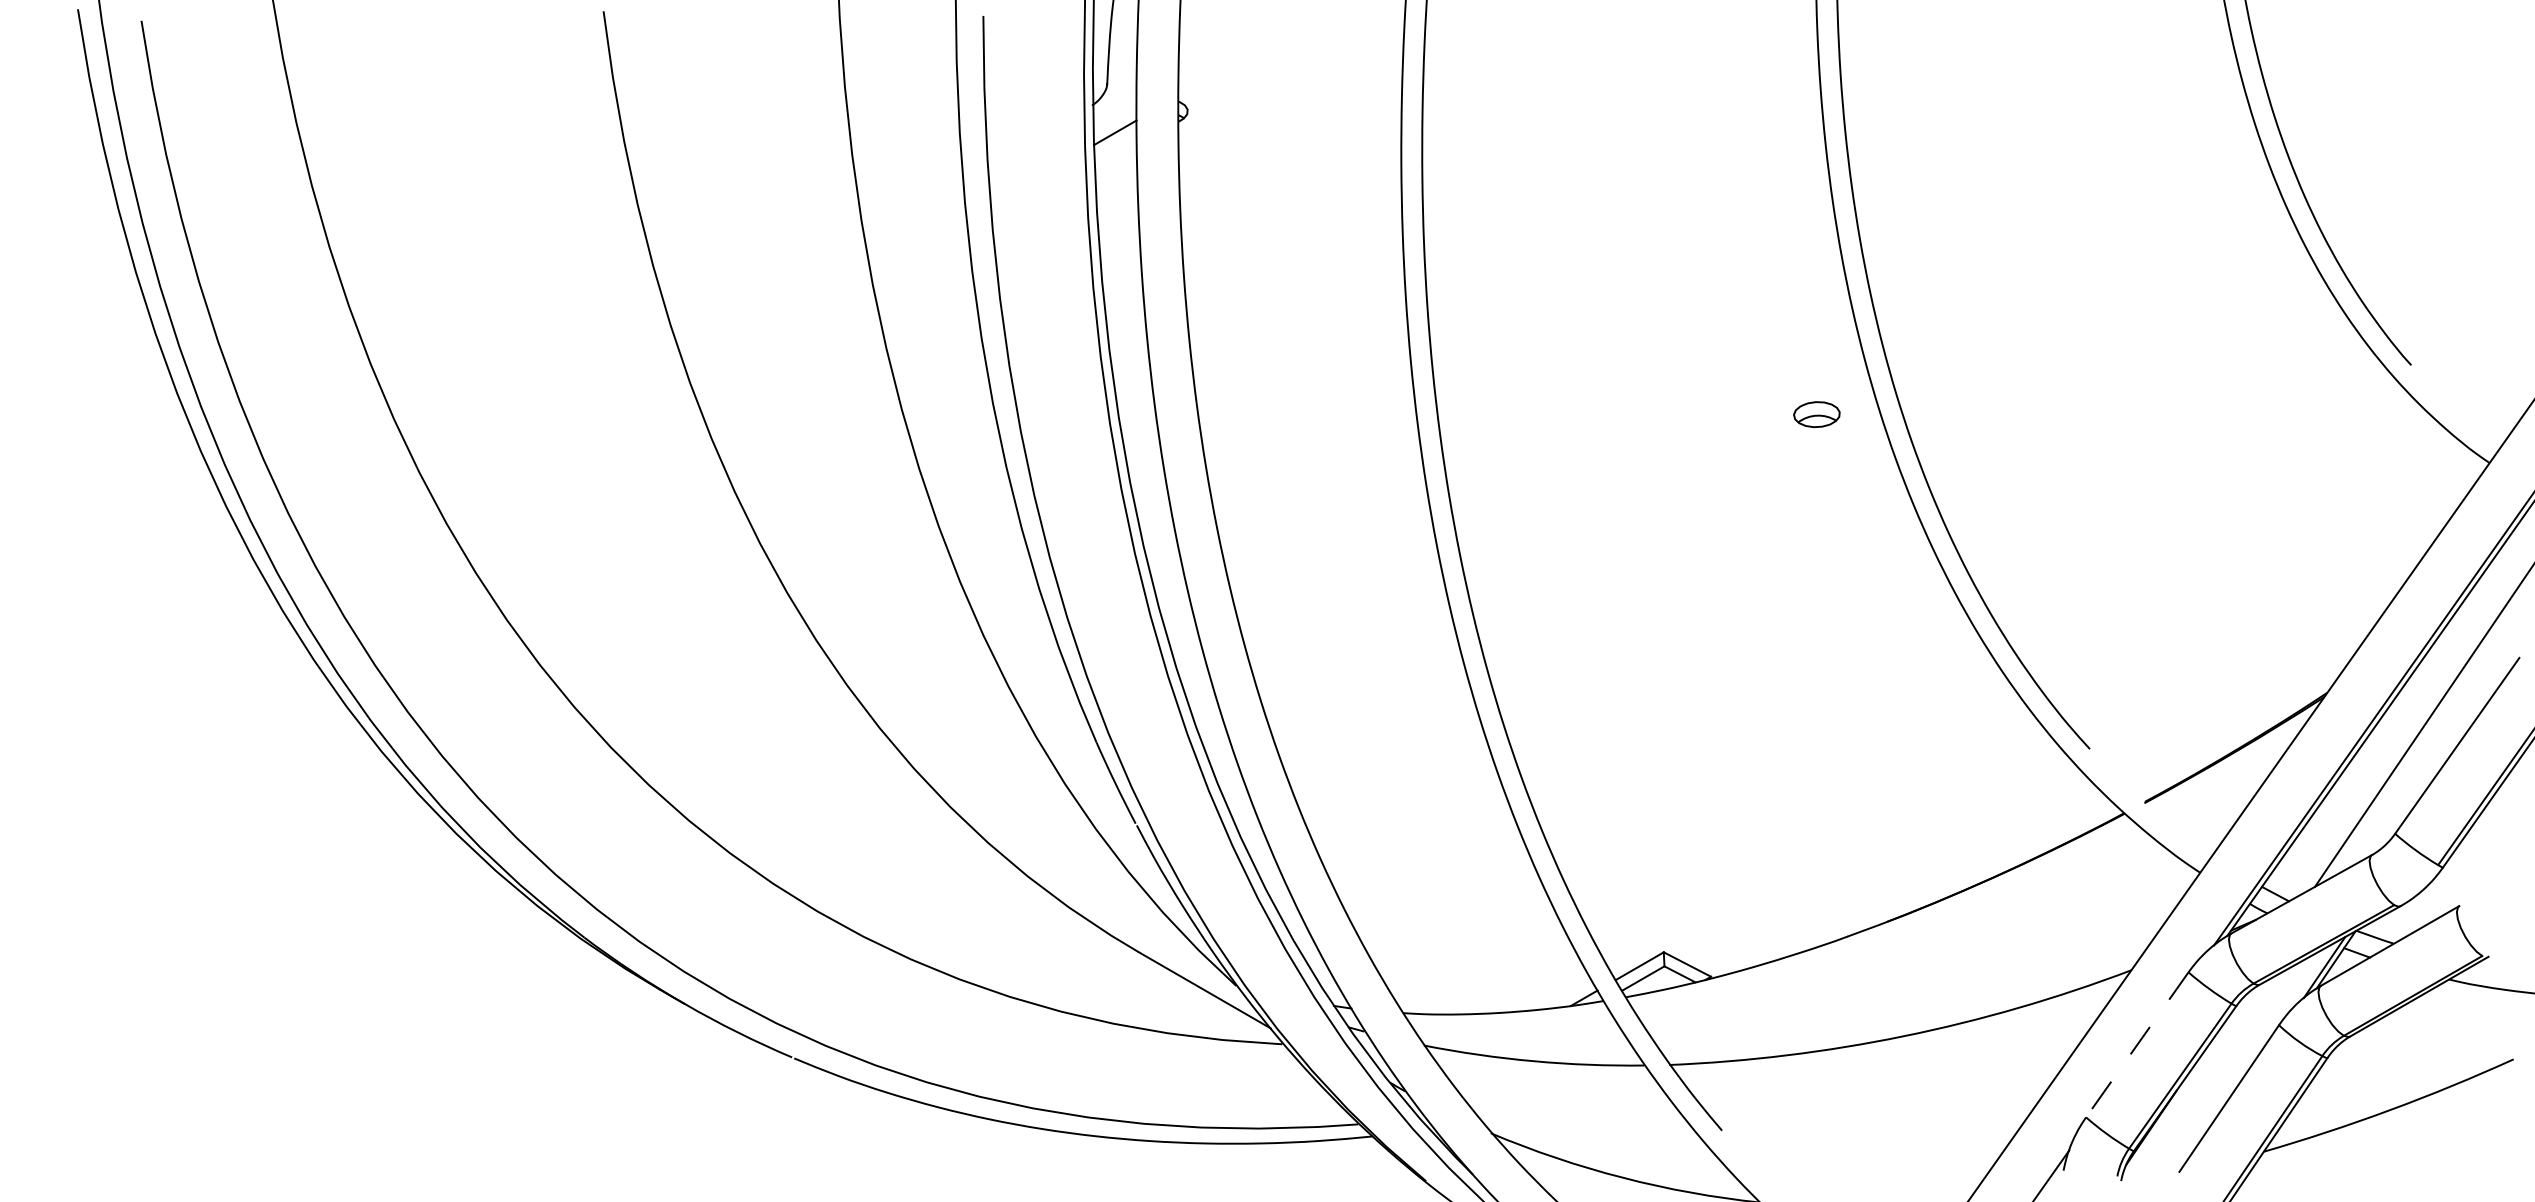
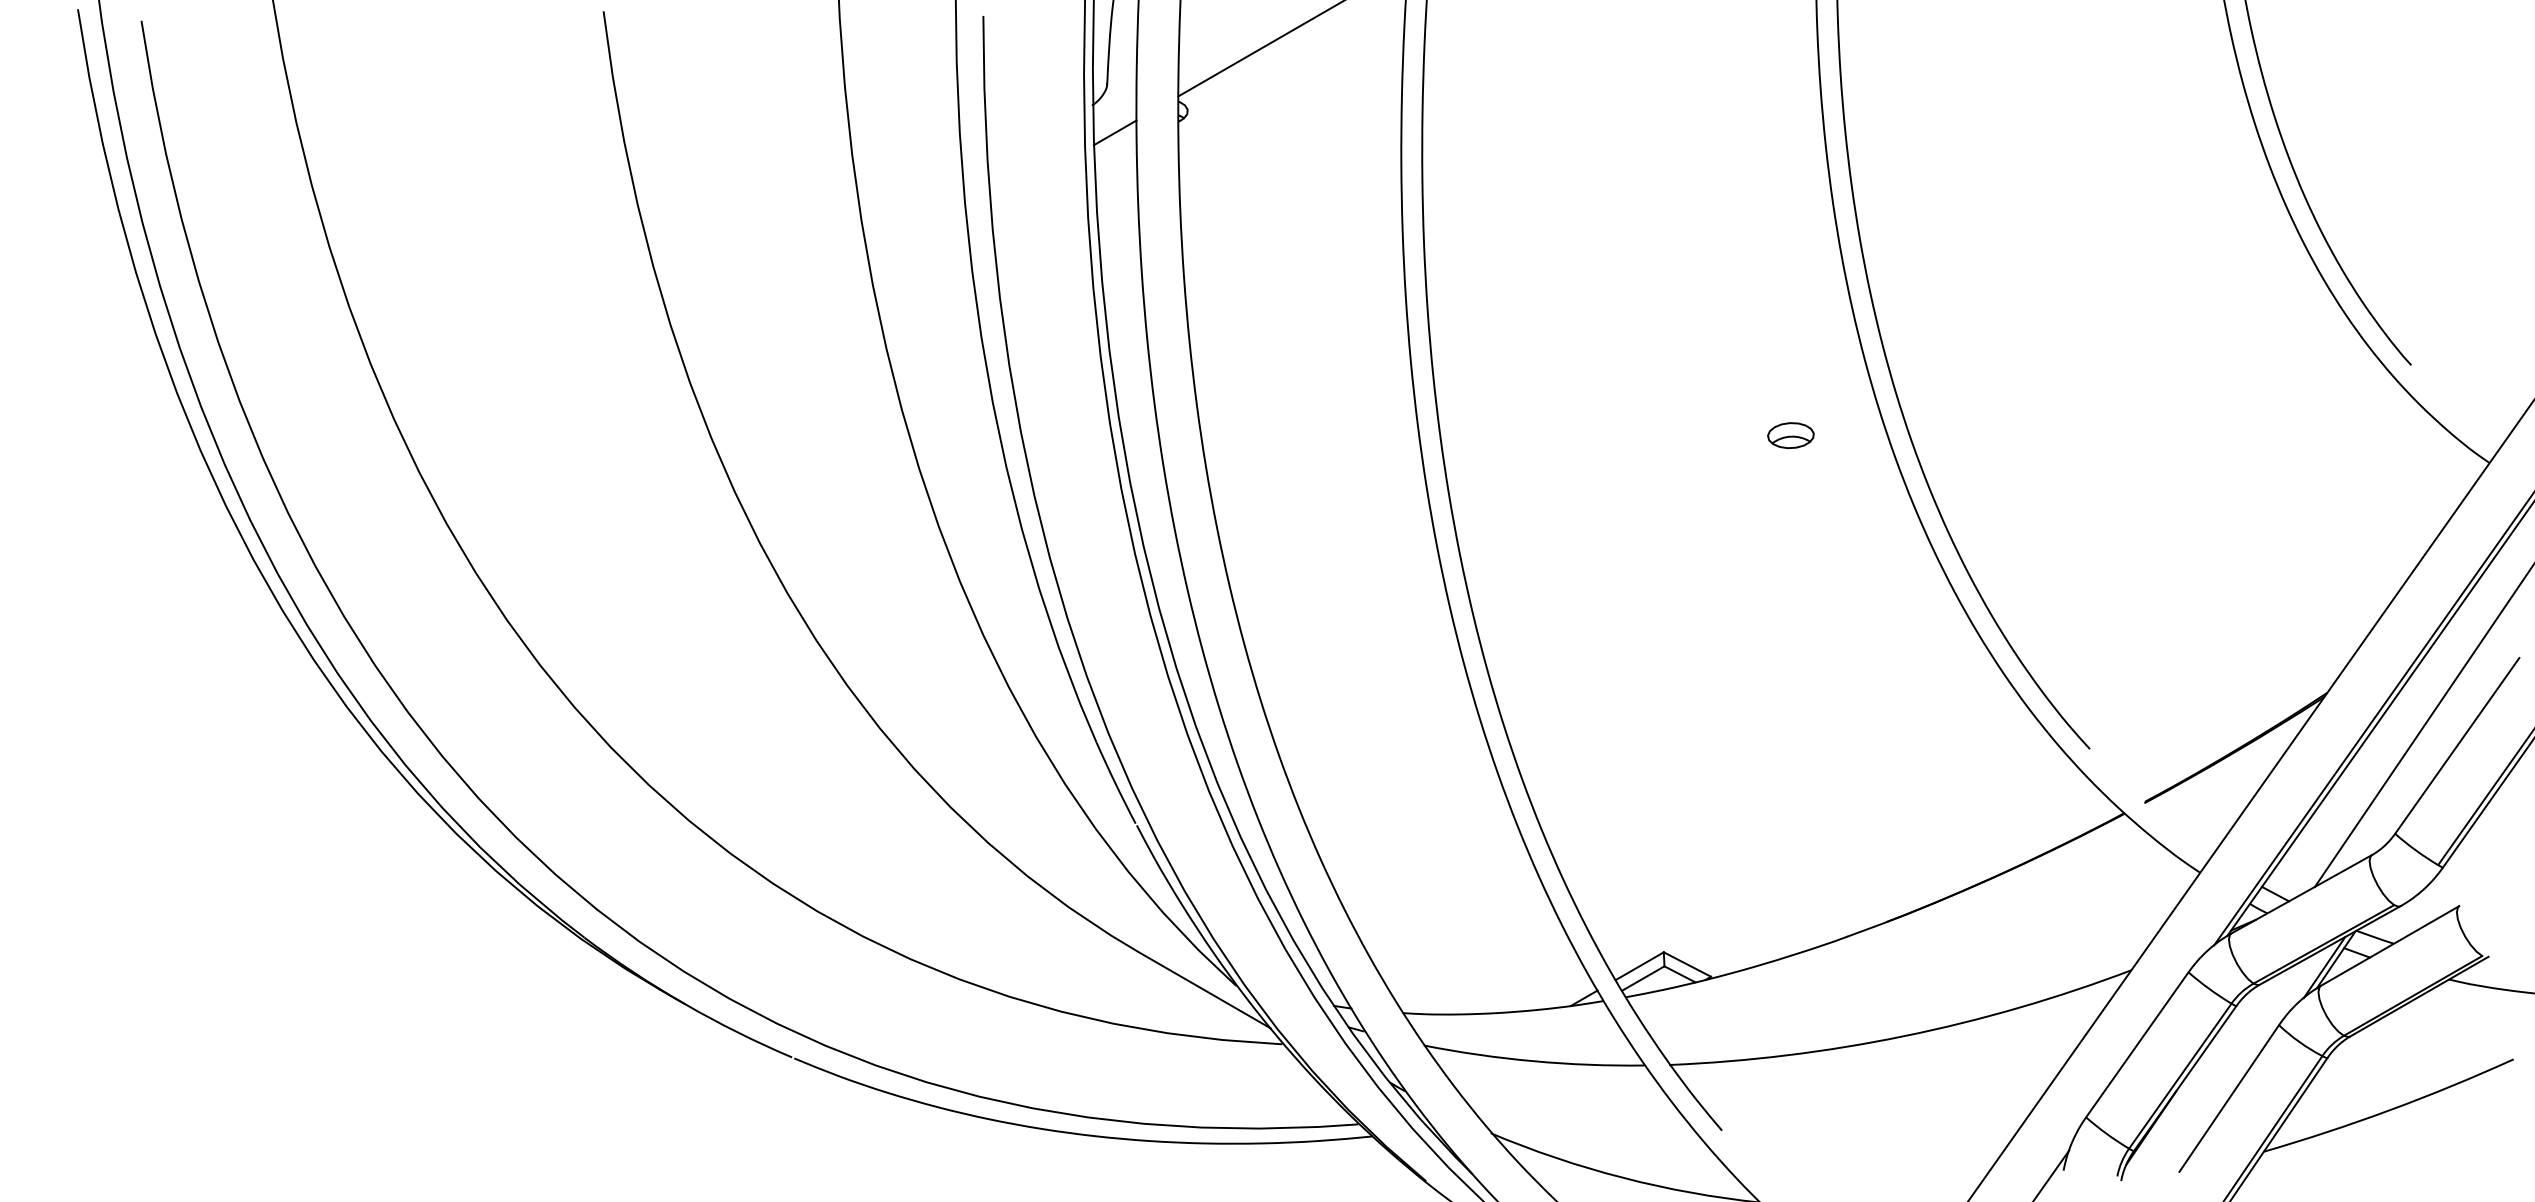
line at (1259, 49): none -> present
part at (1816, 414) position: (1816, 414) -> (1790, 435)
line at (2137, 1044): dashed -> solid
